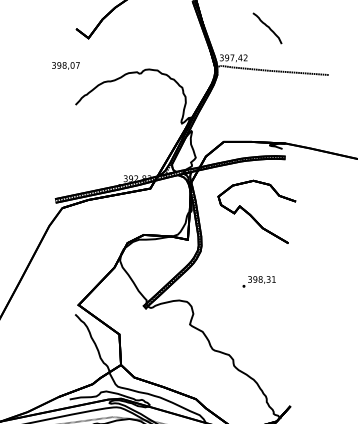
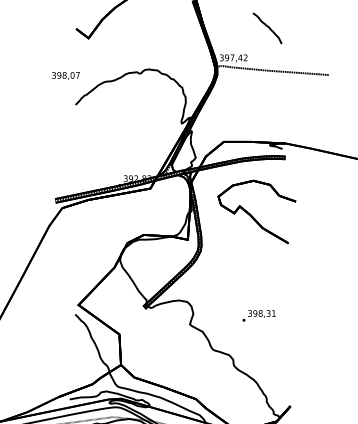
text at (65, 65) position: (65, 65) -> (65, 75)
text at (258, 281) position: (258, 281) -> (258, 315)
